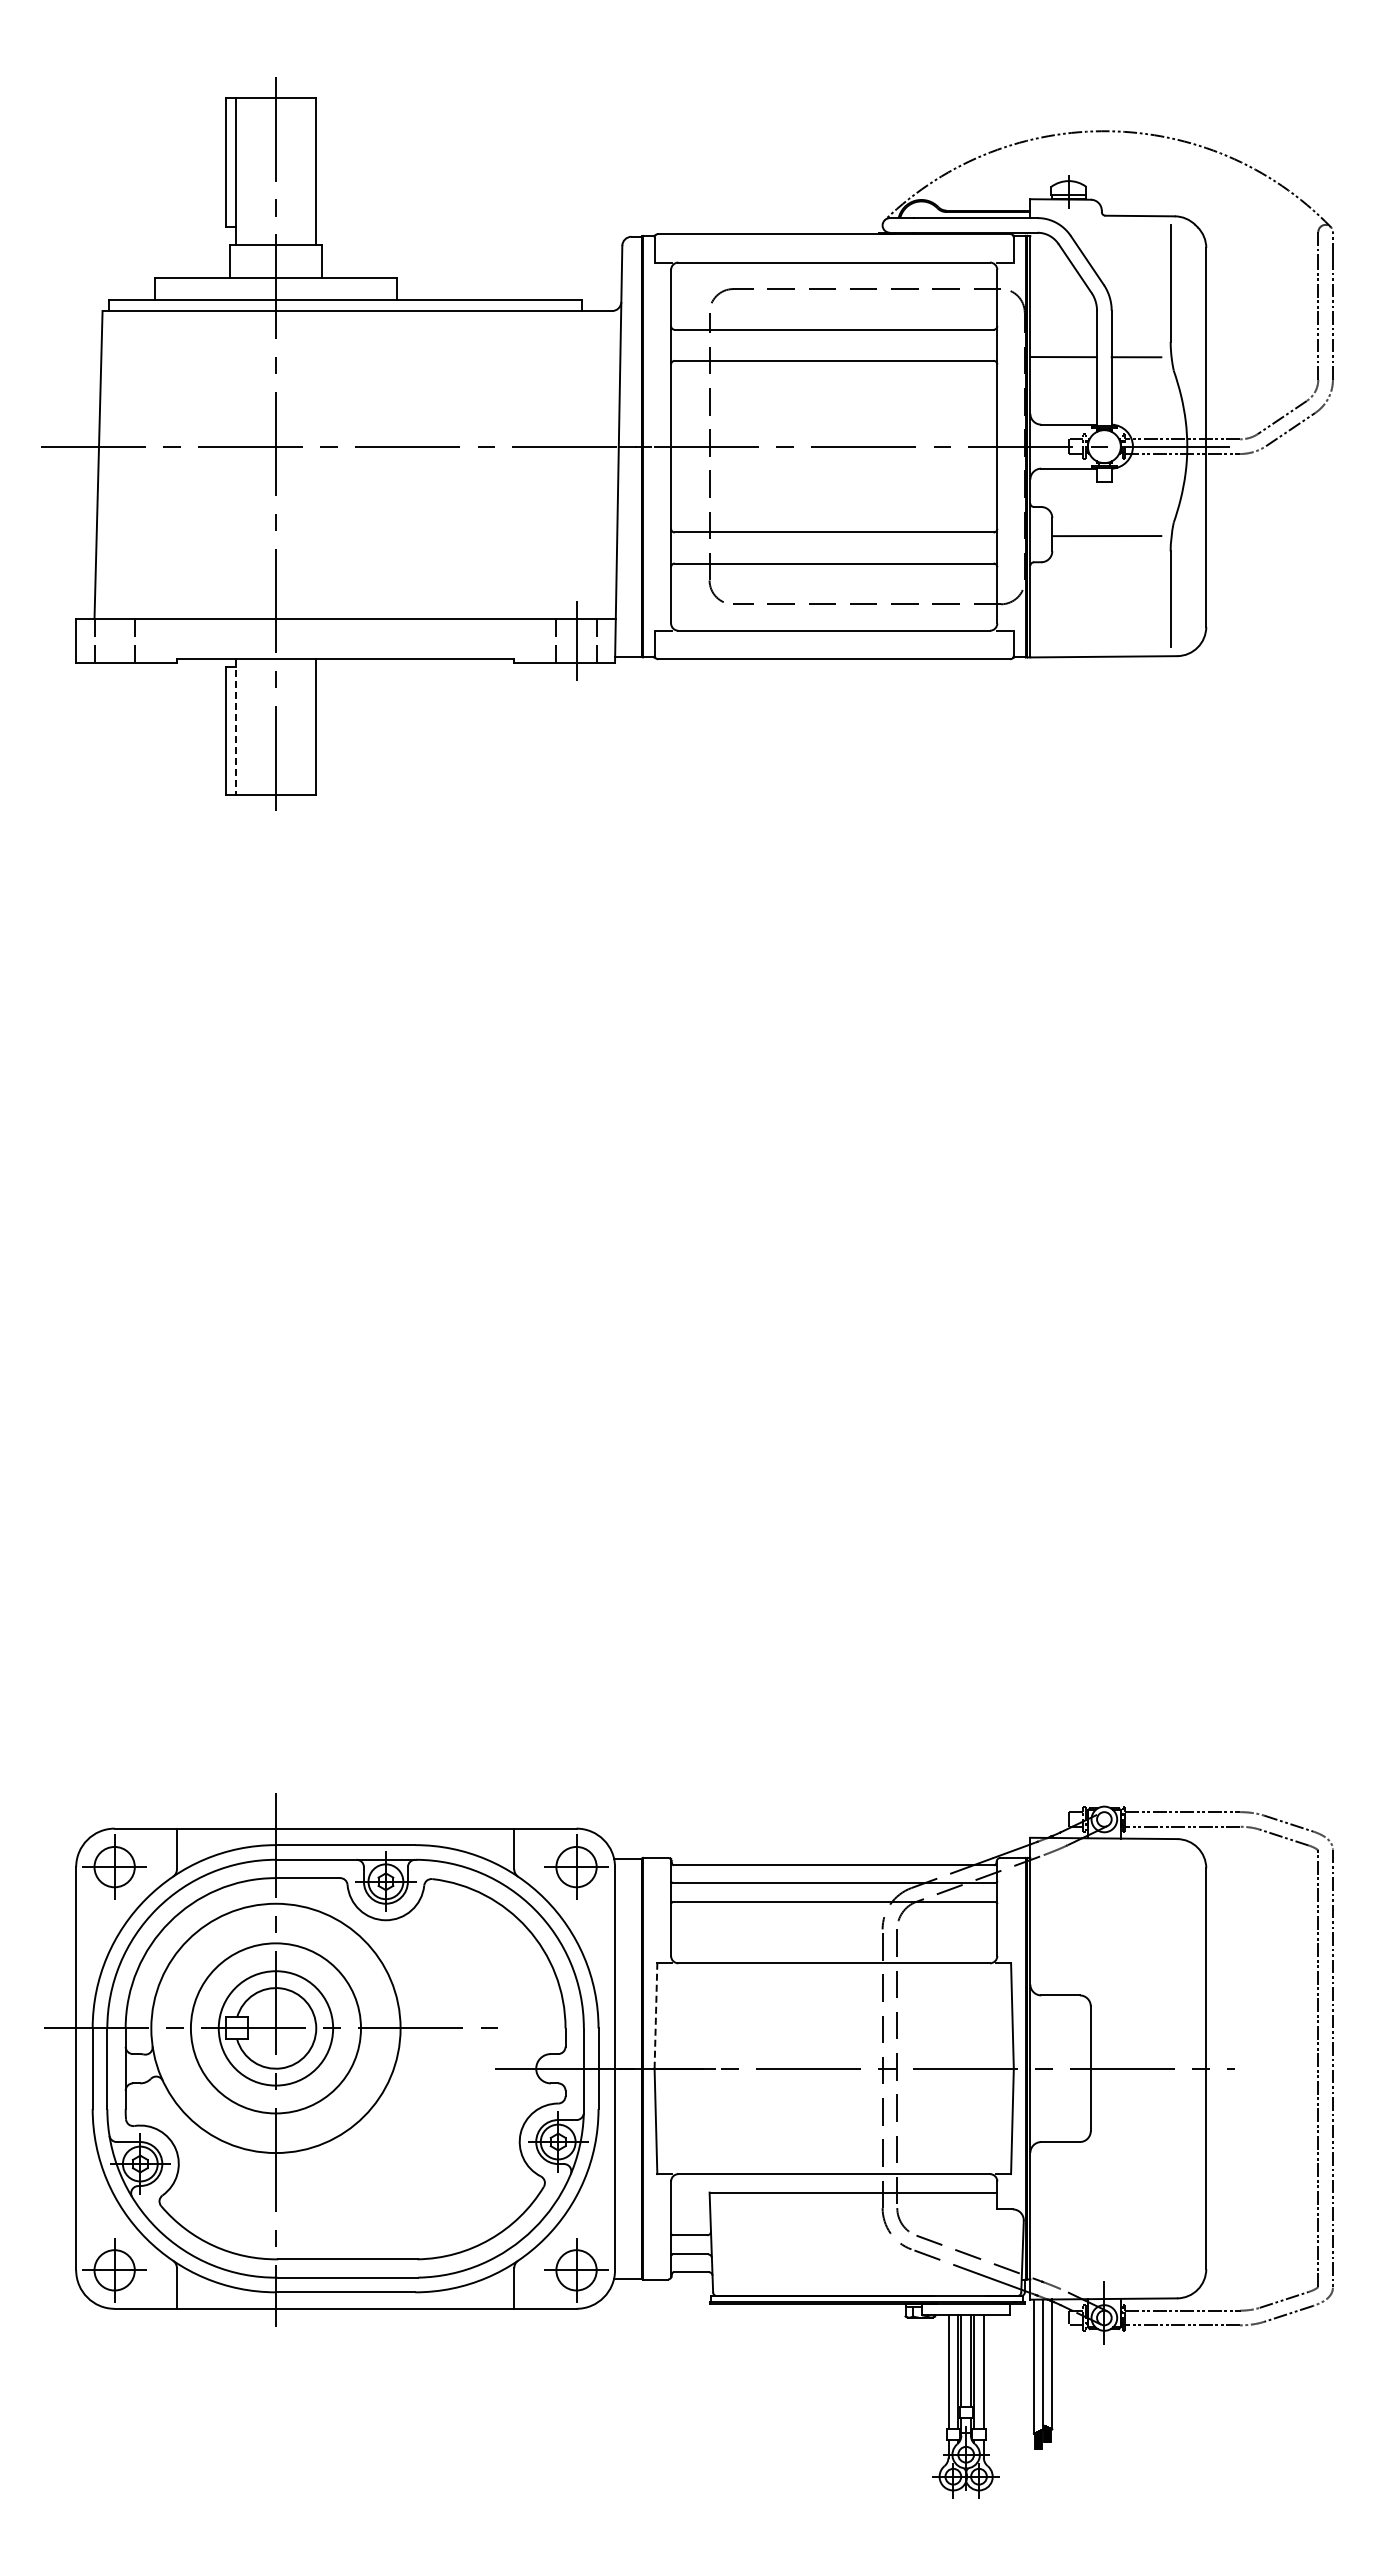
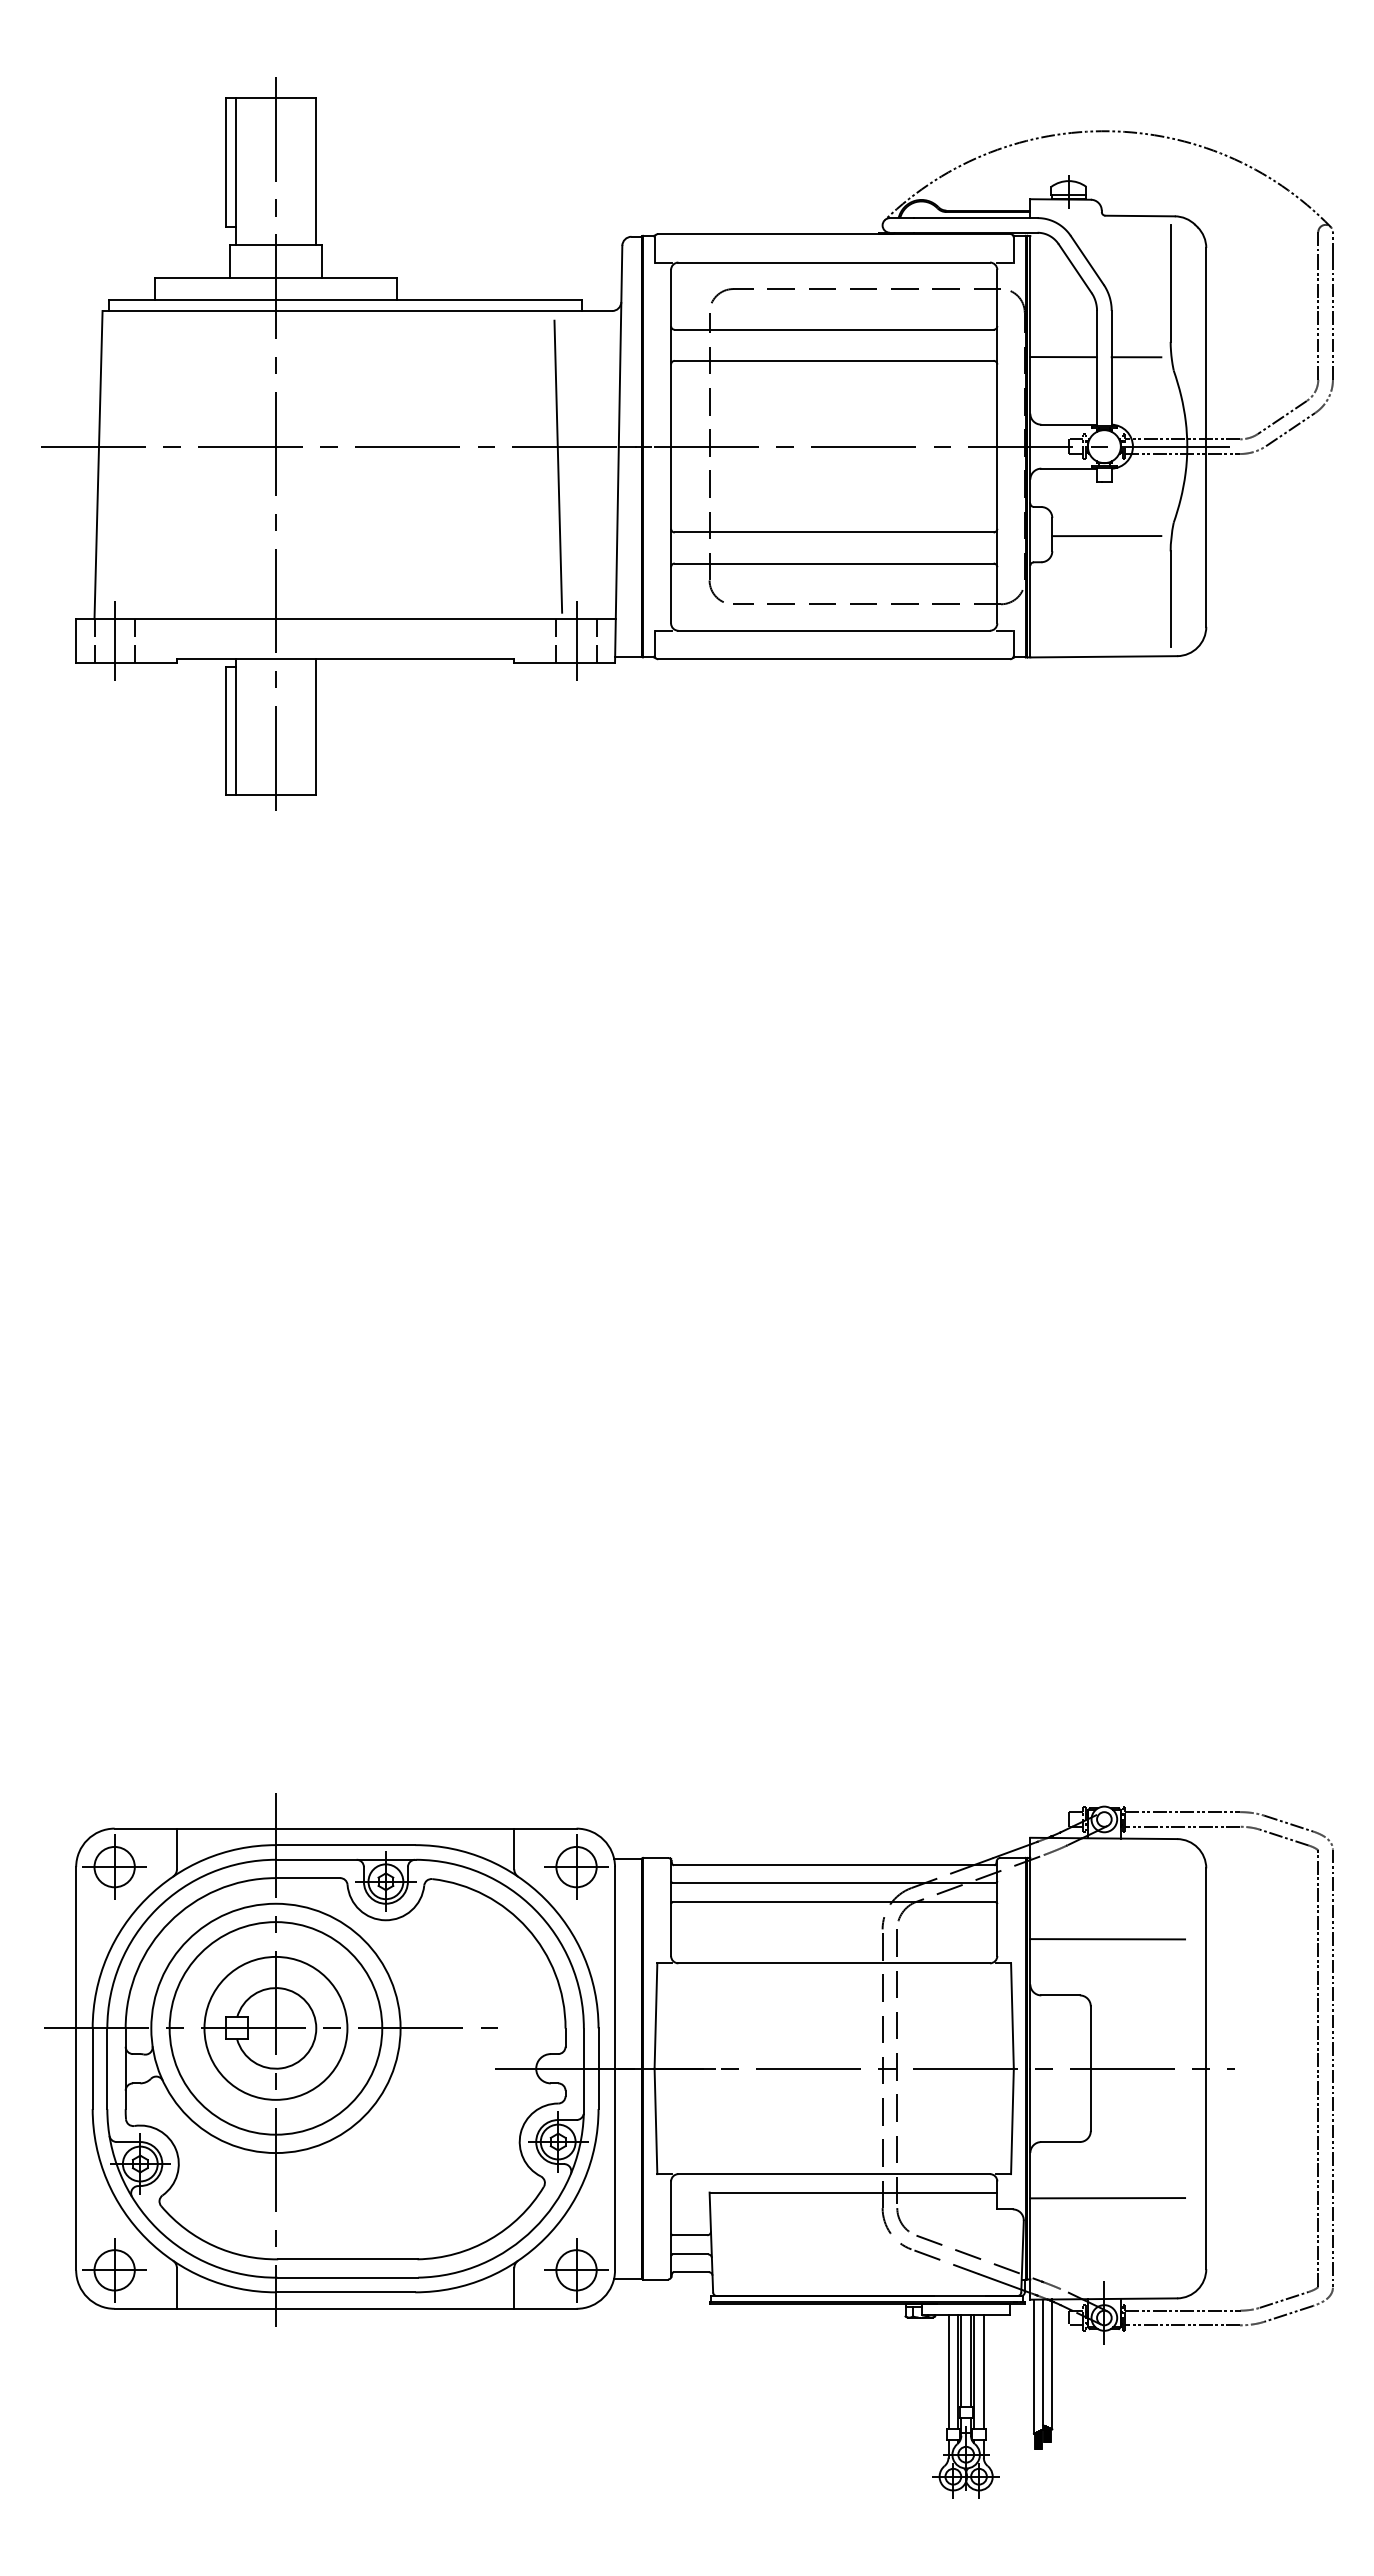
line at (558, 466): none -> present
line at (114, 640): none -> present
line at (235, 727): dashed -> solid
line at (1107, 1939): none -> present
line at (655, 2016): dashed -> solid
circle at (275, 2028) diameter: 114 px -> 143 px
circle at (275, 2028) diameter: 170 px -> 213 px
line at (1107, 2198): none -> present
